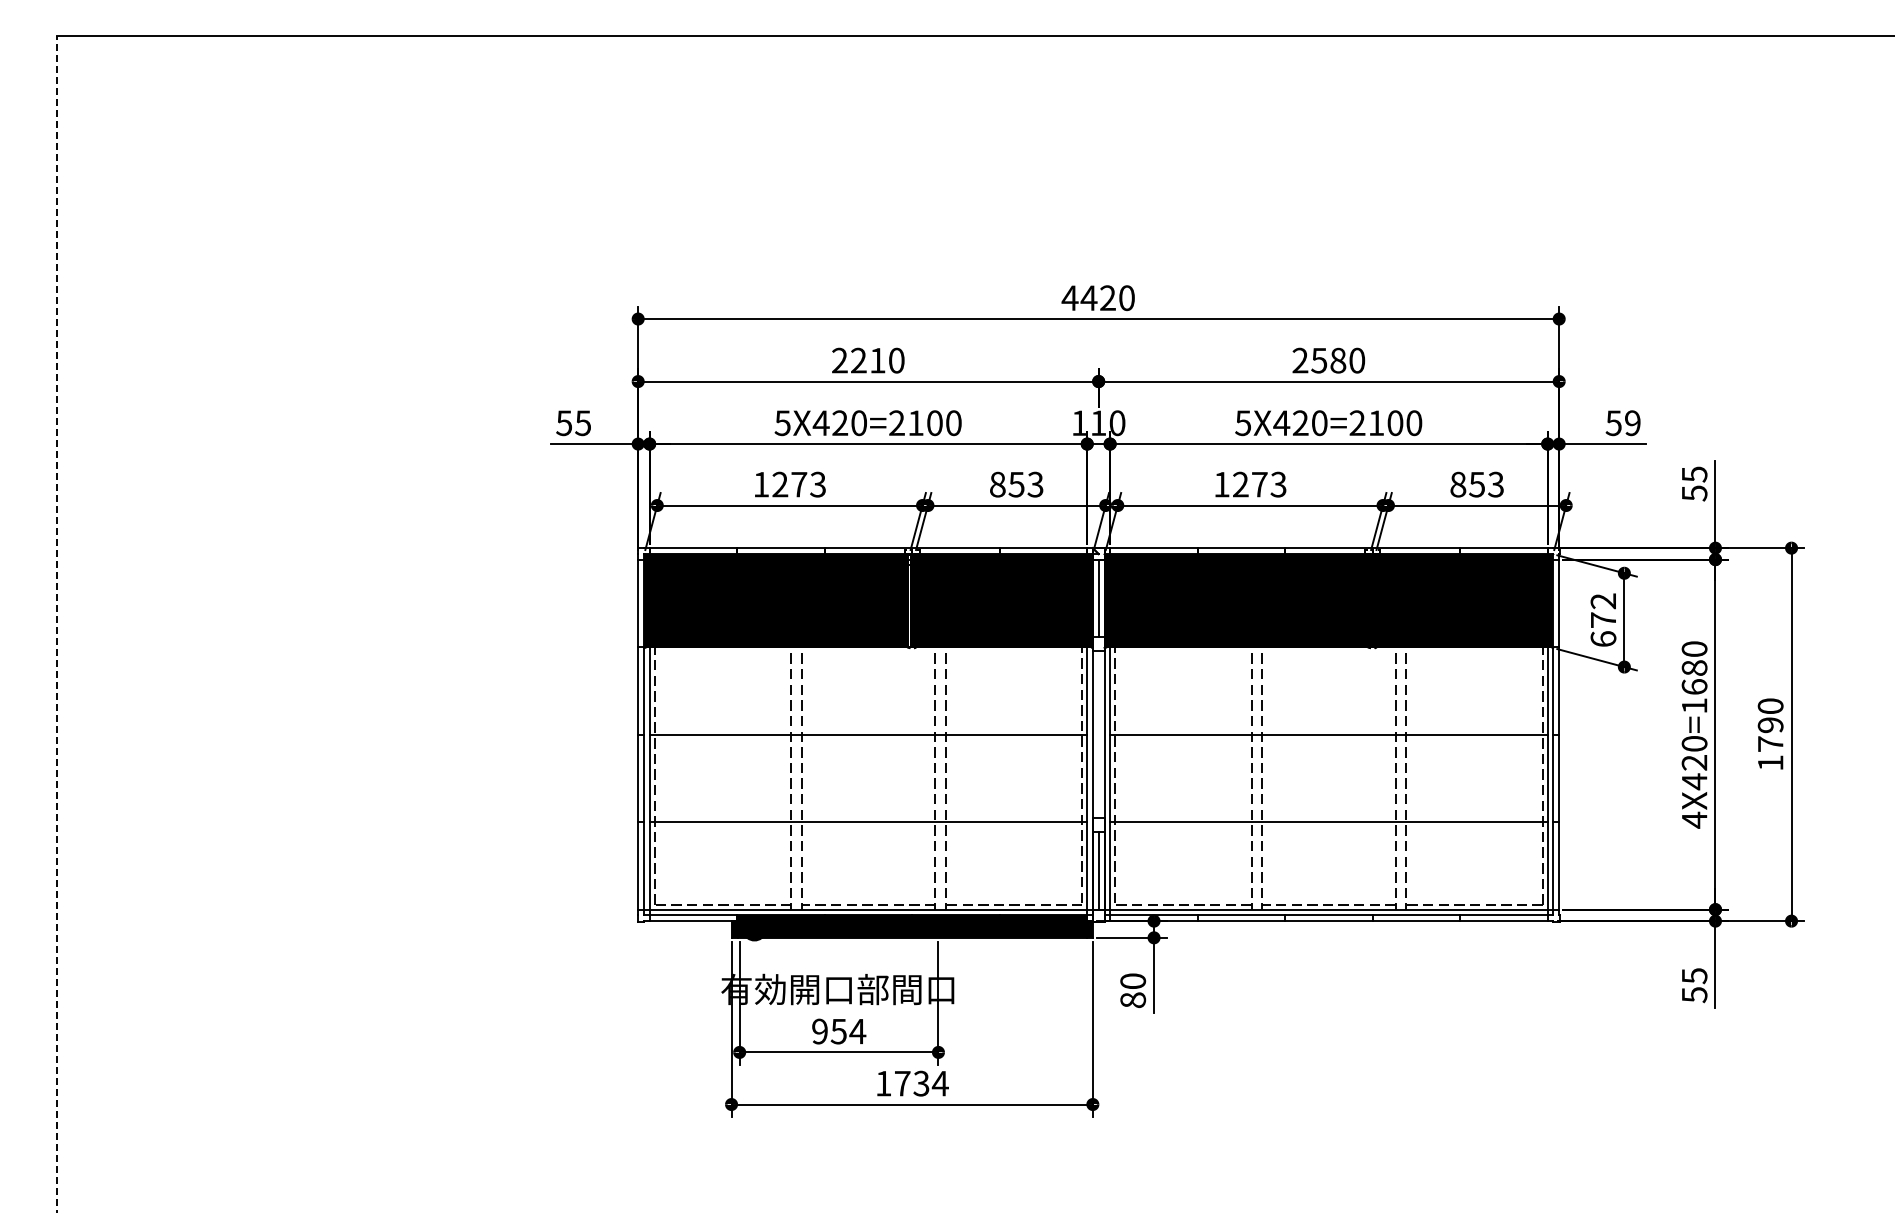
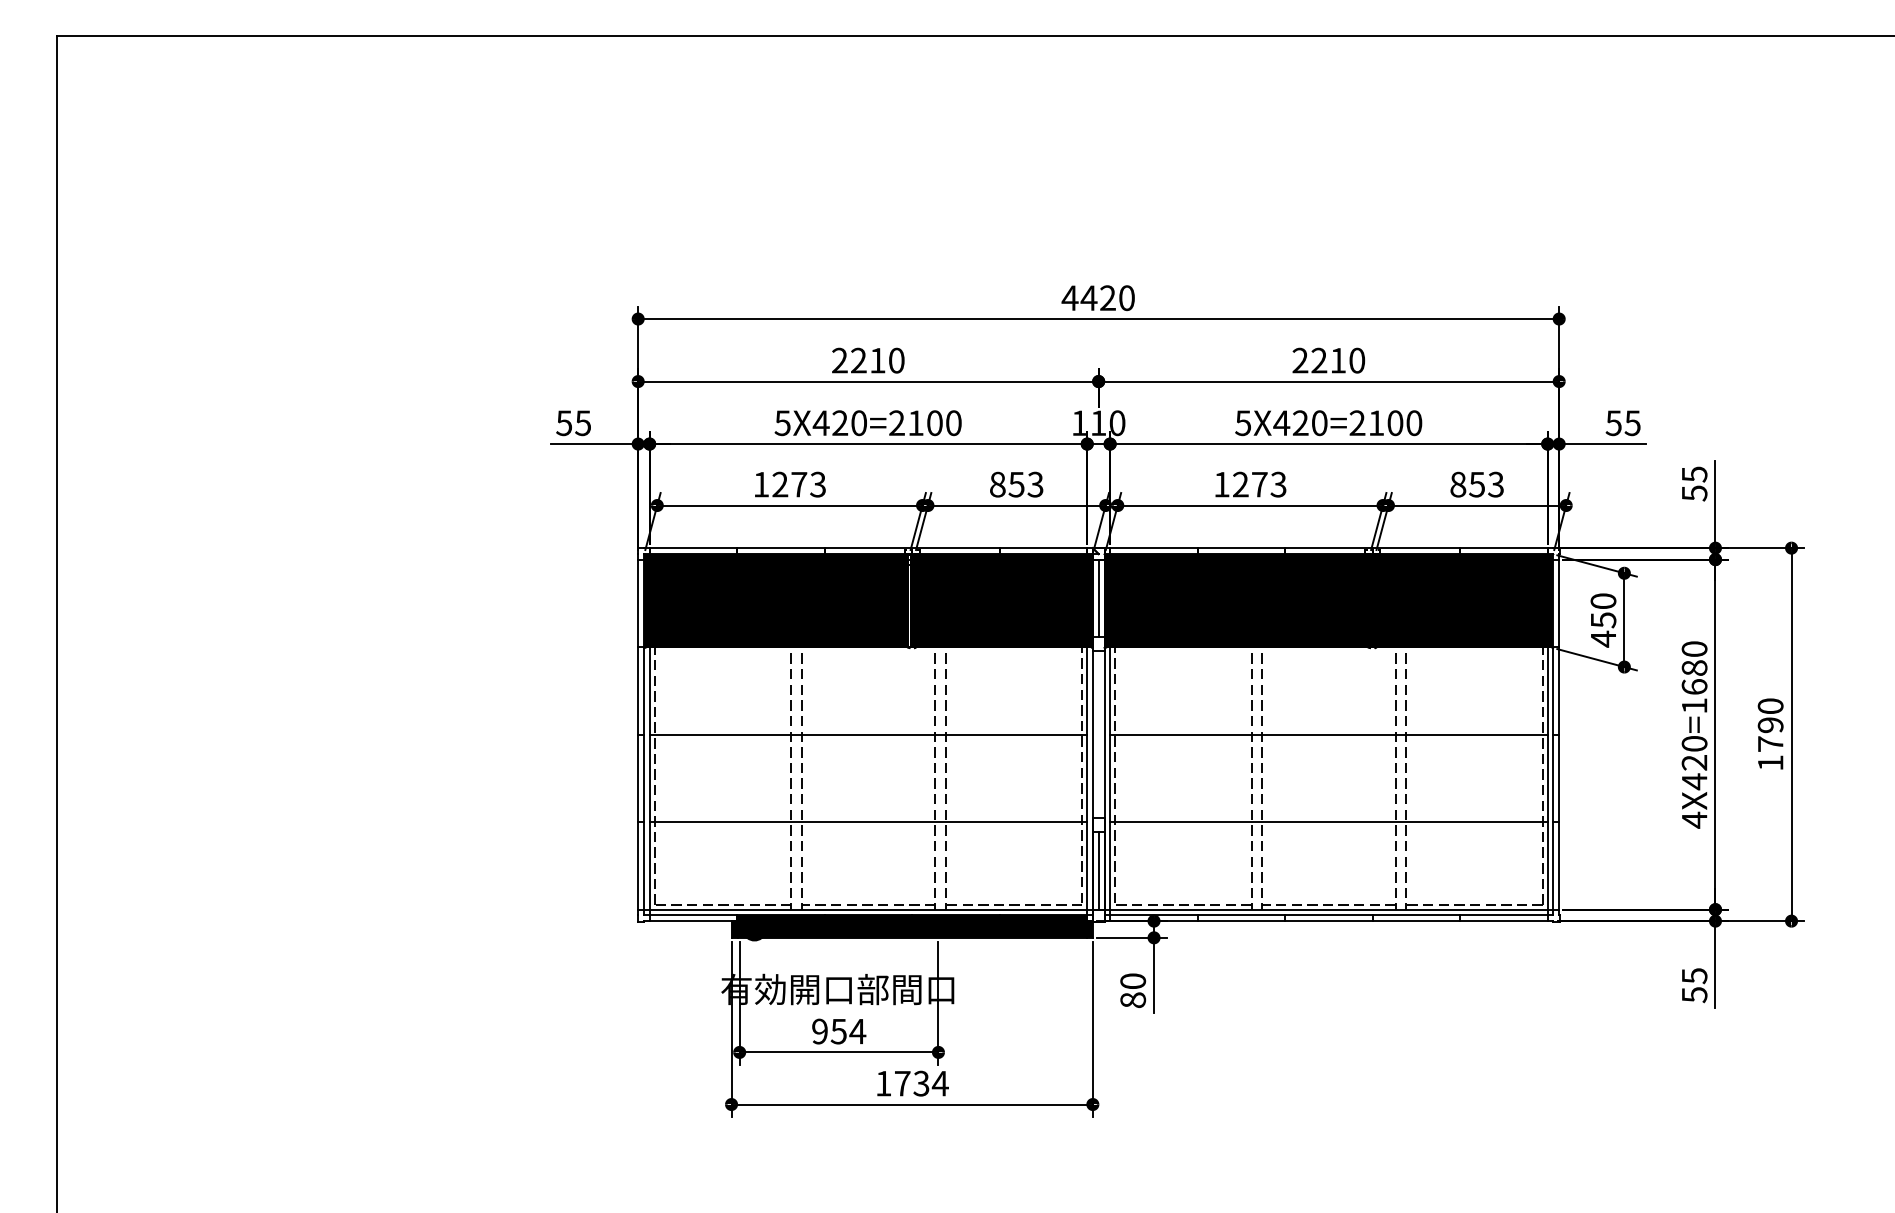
text at (1328, 360): 2580 -> 2210
text at (1632, 423): 59 -> 55
text at (1603, 620): 672 -> 450
line at (56, 623): dashed -> solid
